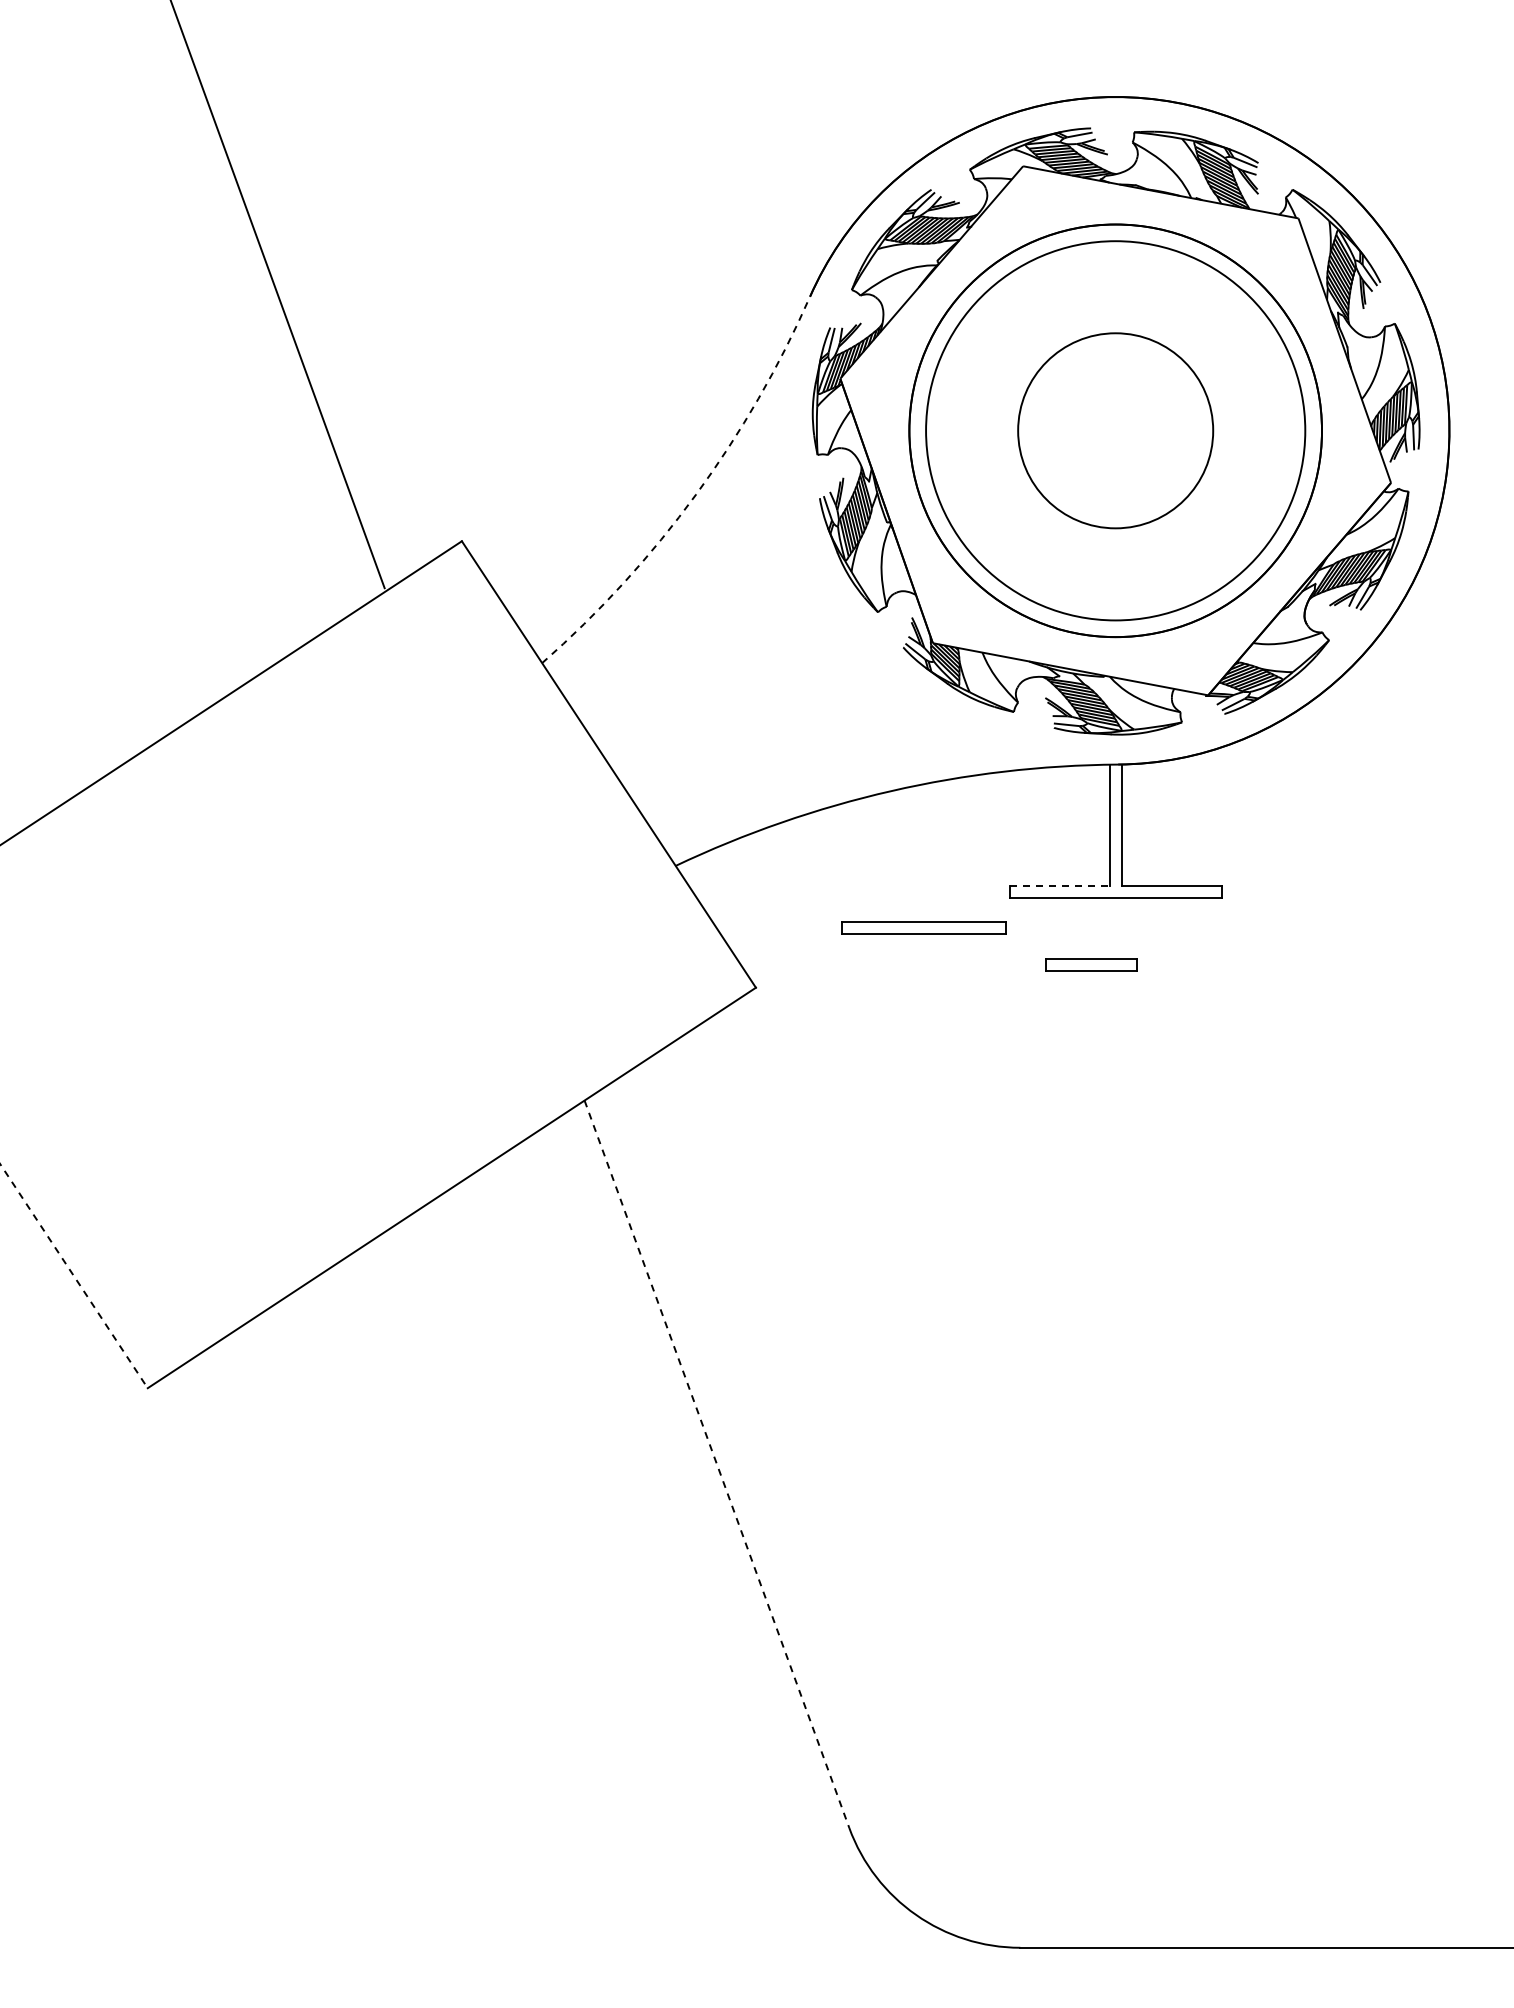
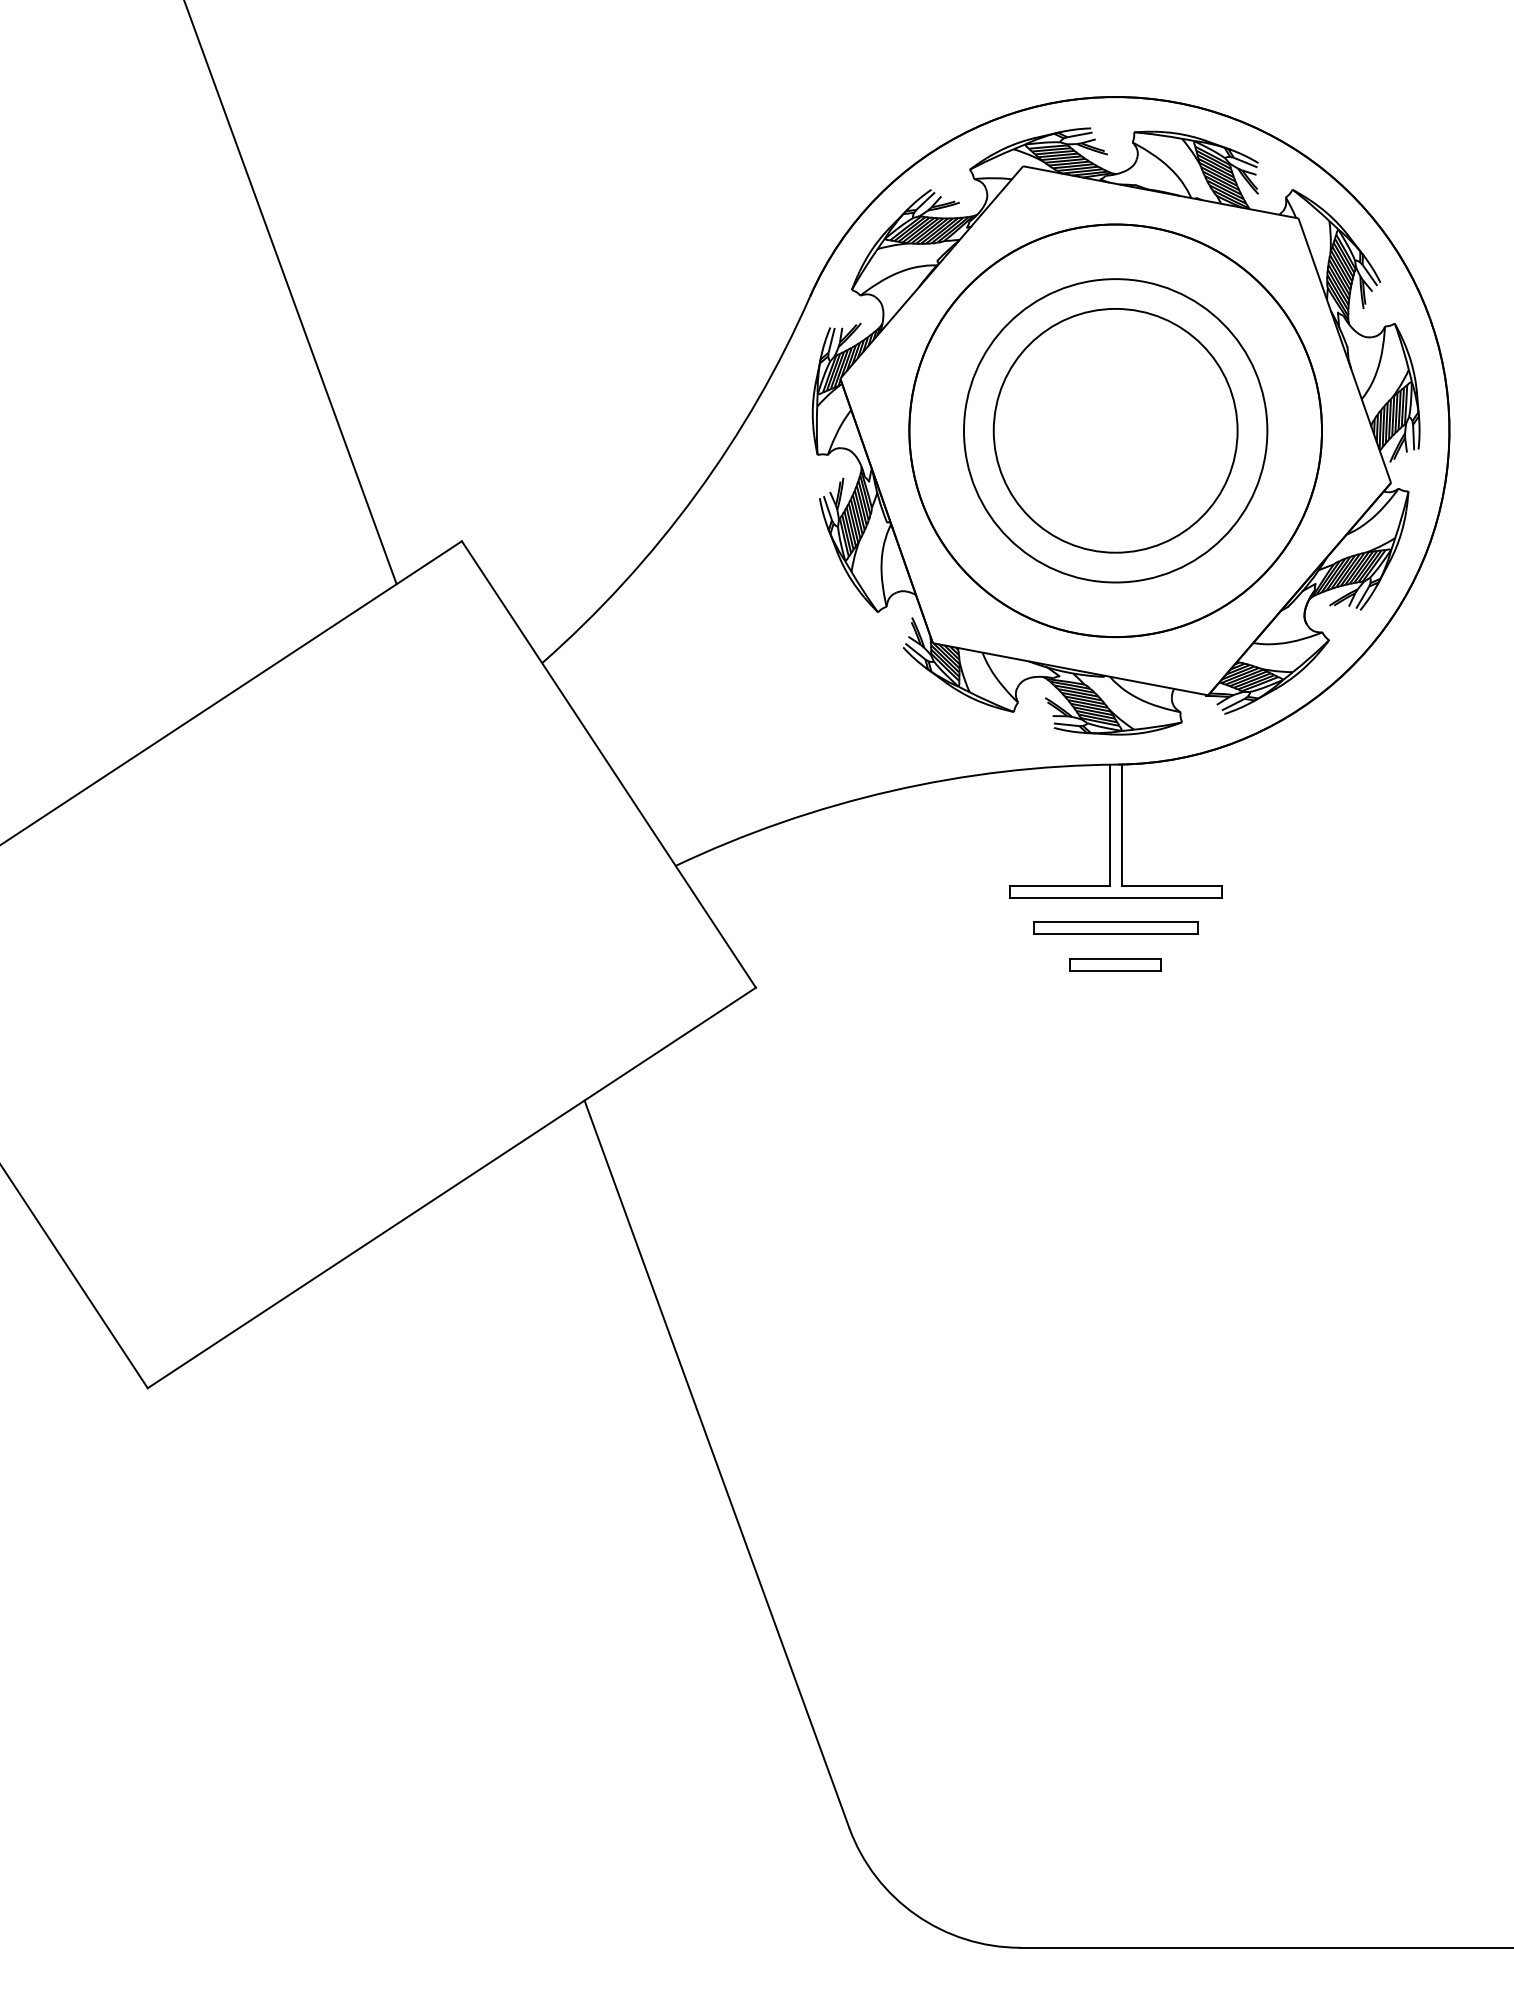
line at (277, 295) position: (277, 295) -> (290, 293)
circle at (1115, 430) diameter: 195 px -> 244 px
circle at (1115, 430) diameter: 379 px -> 303 px
arc at (696, 494): dashed -> solid
line at (1060, 885): dashed -> solid
part at (923, 927) position: (923, 927) -> (1115, 927)
part at (1091, 964) position: (1091, 964) -> (1115, 964)
line at (74, 1276): dashed -> solid
line at (717, 1464): dashed -> solid
